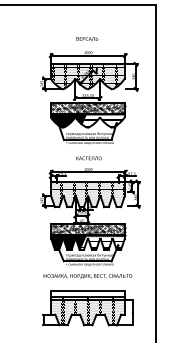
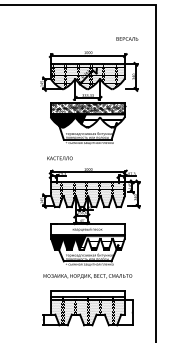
text at (87, 38) position: (87, 38) -> (127, 38)
text at (88, 158) position: (88, 158) -> (59, 158)
hatch at (88, 229): present -> none
